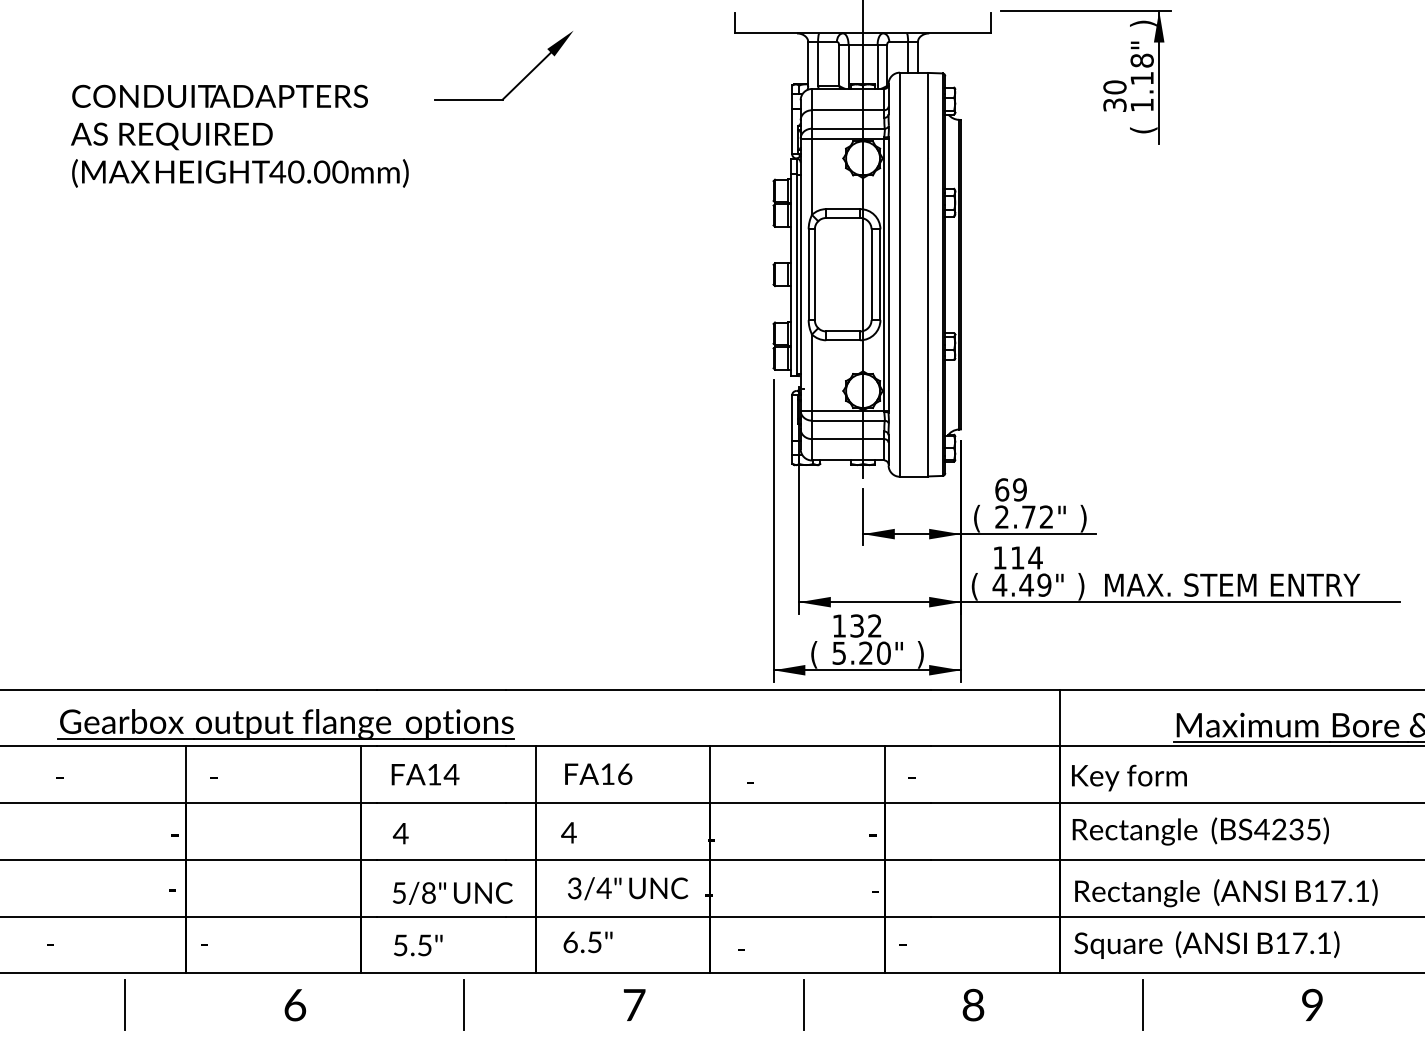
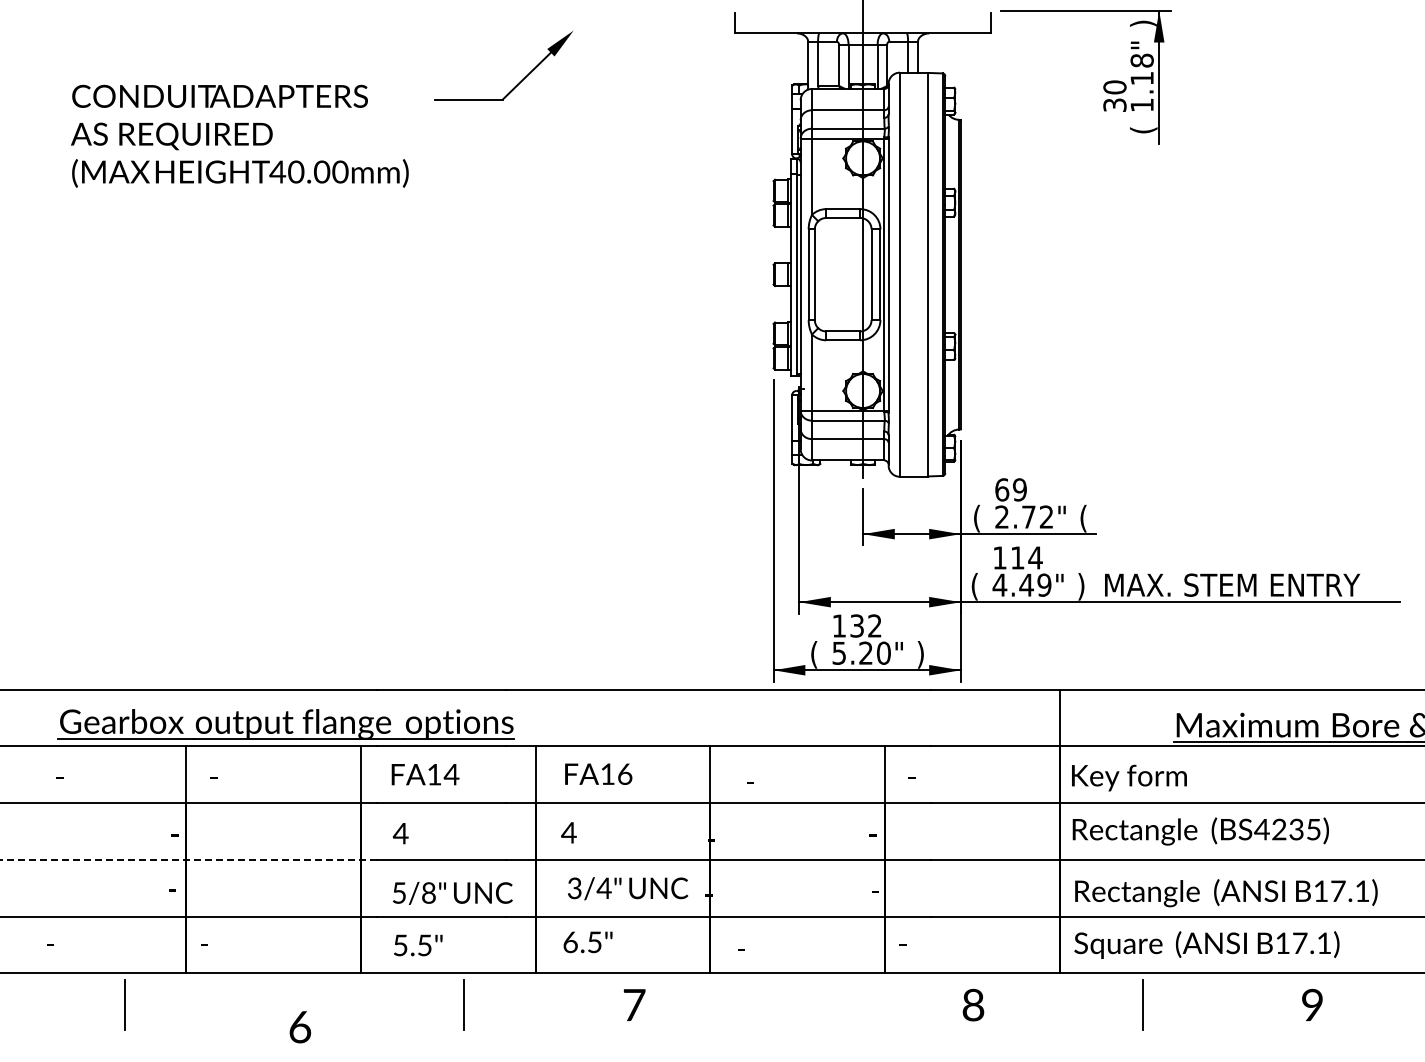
text at (1083, 518): ) -> (
line at (189, 859): solid -> dashed
line at (803, 1004): present -> none
text at (295, 1005) position: (295, 1005) -> (300, 1027)
